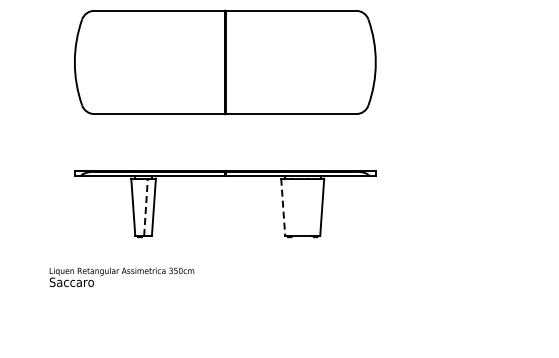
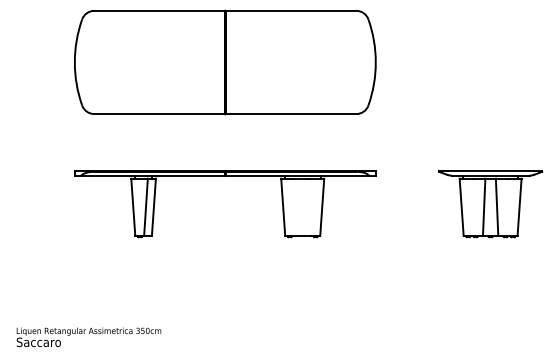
part at (490, 204): none -> present
line at (146, 207): dashed -> solid
line at (283, 207): dashed -> solid
text at (121, 277) position: (121, 277) -> (88, 337)
